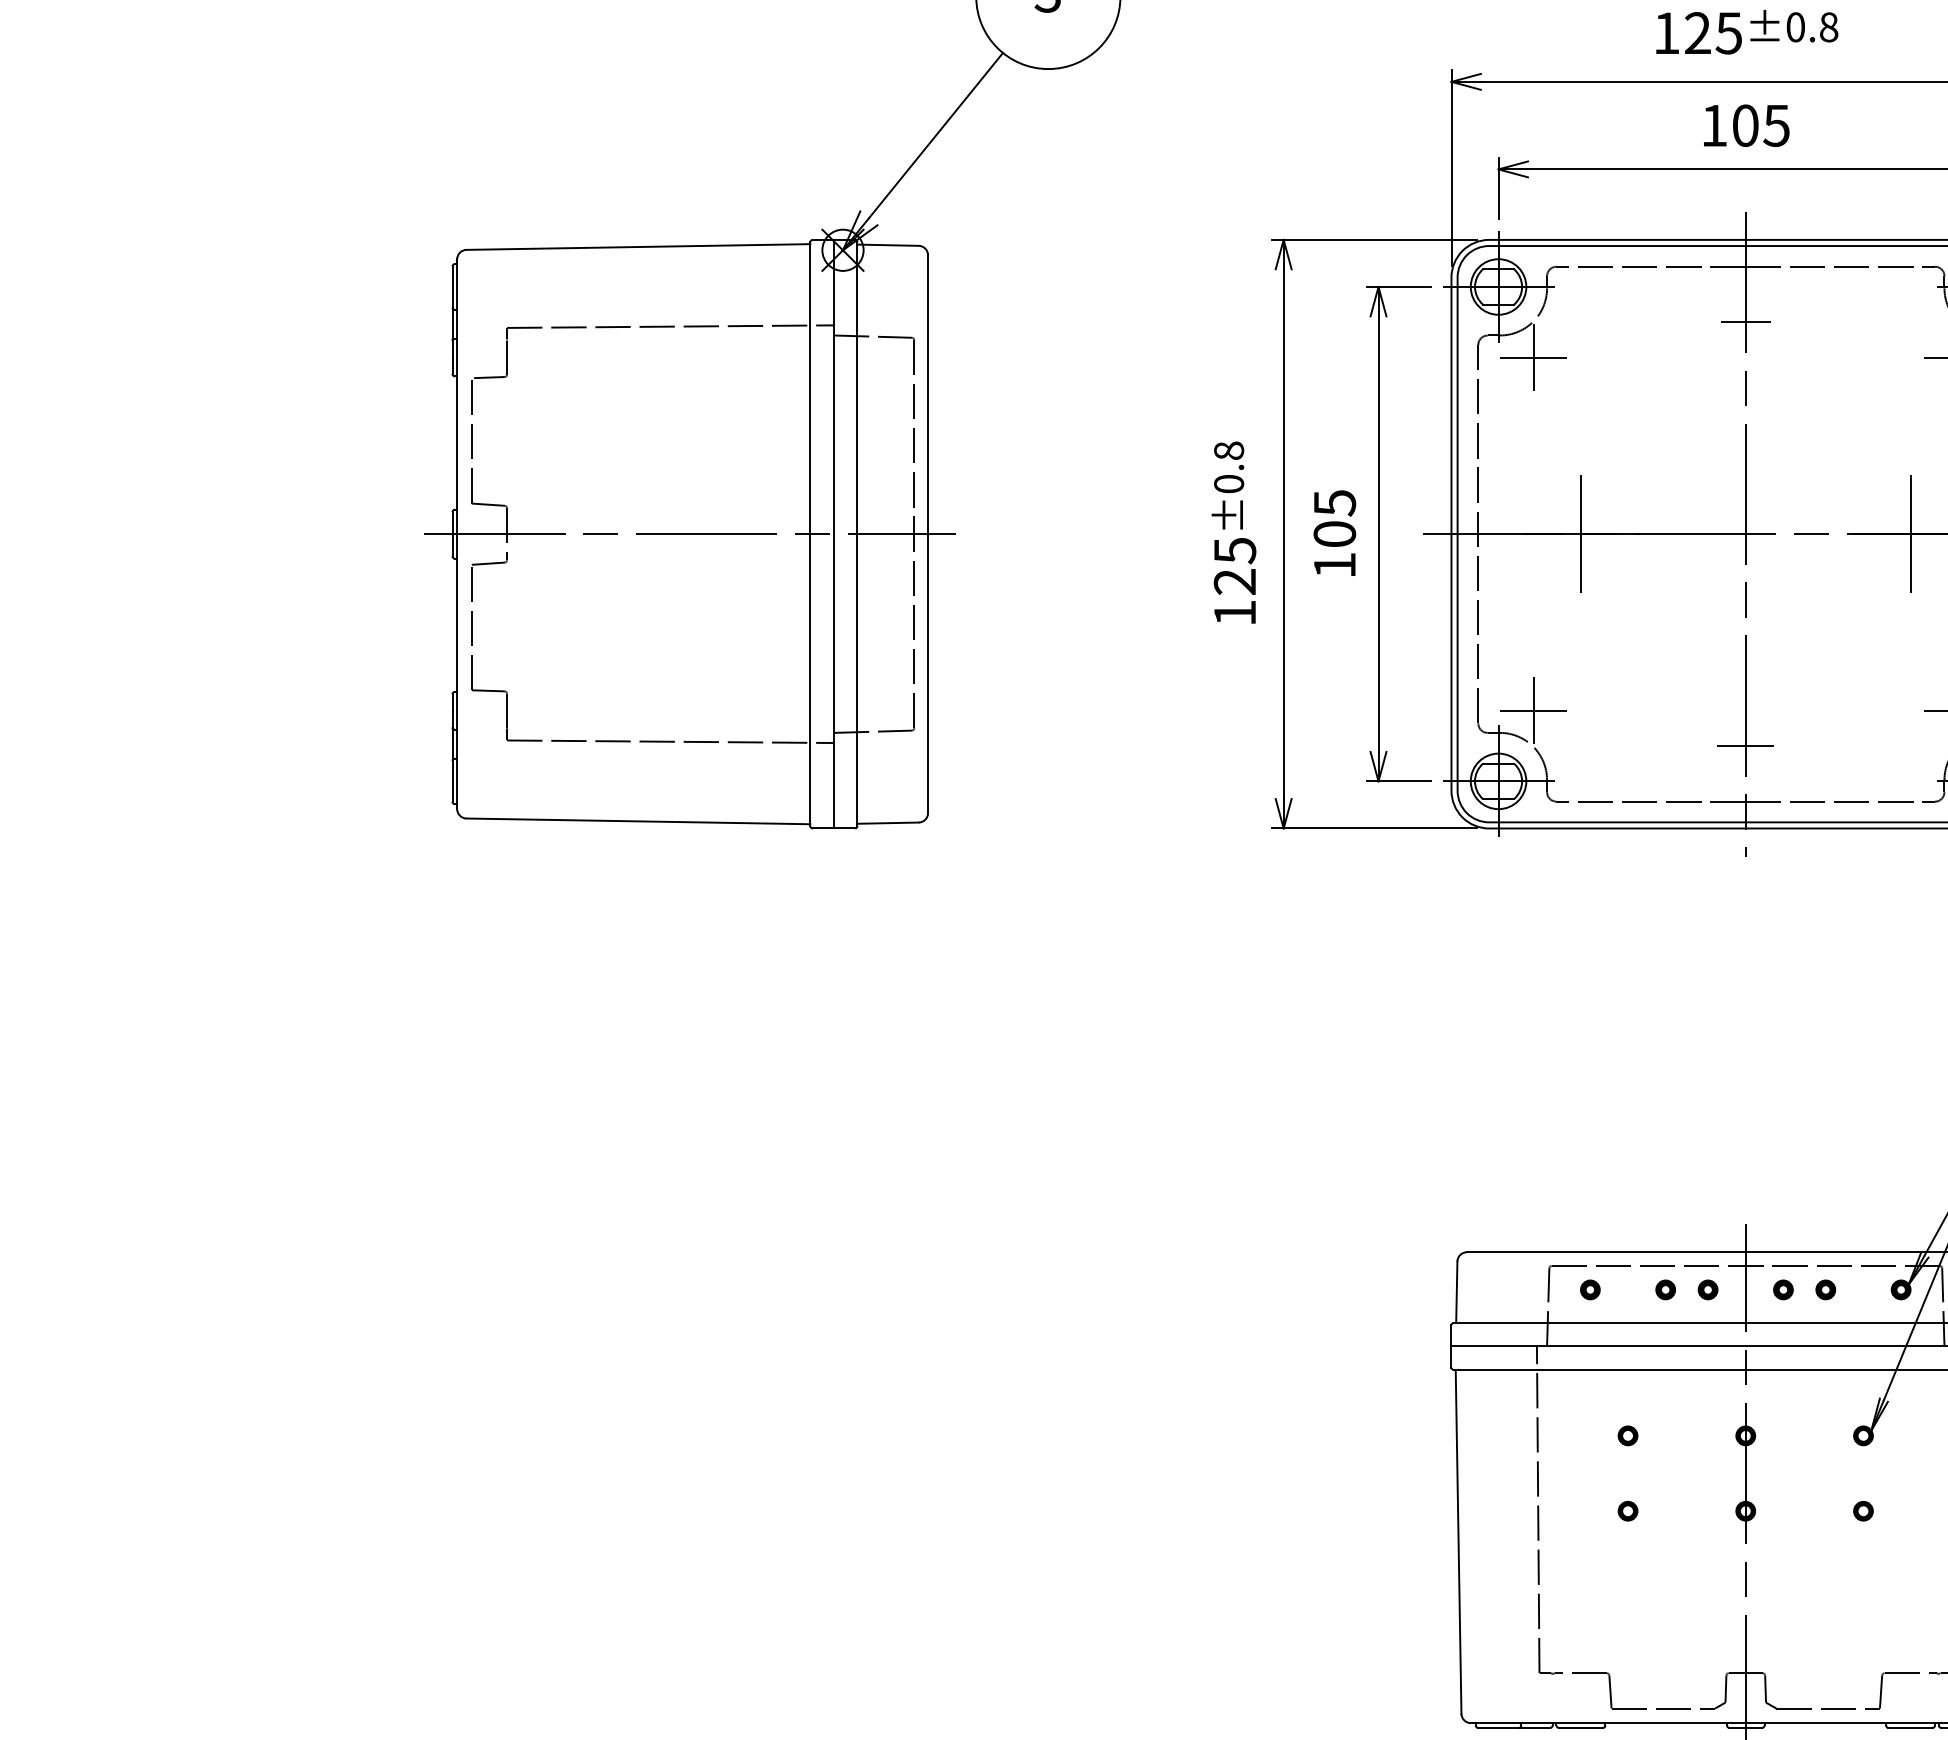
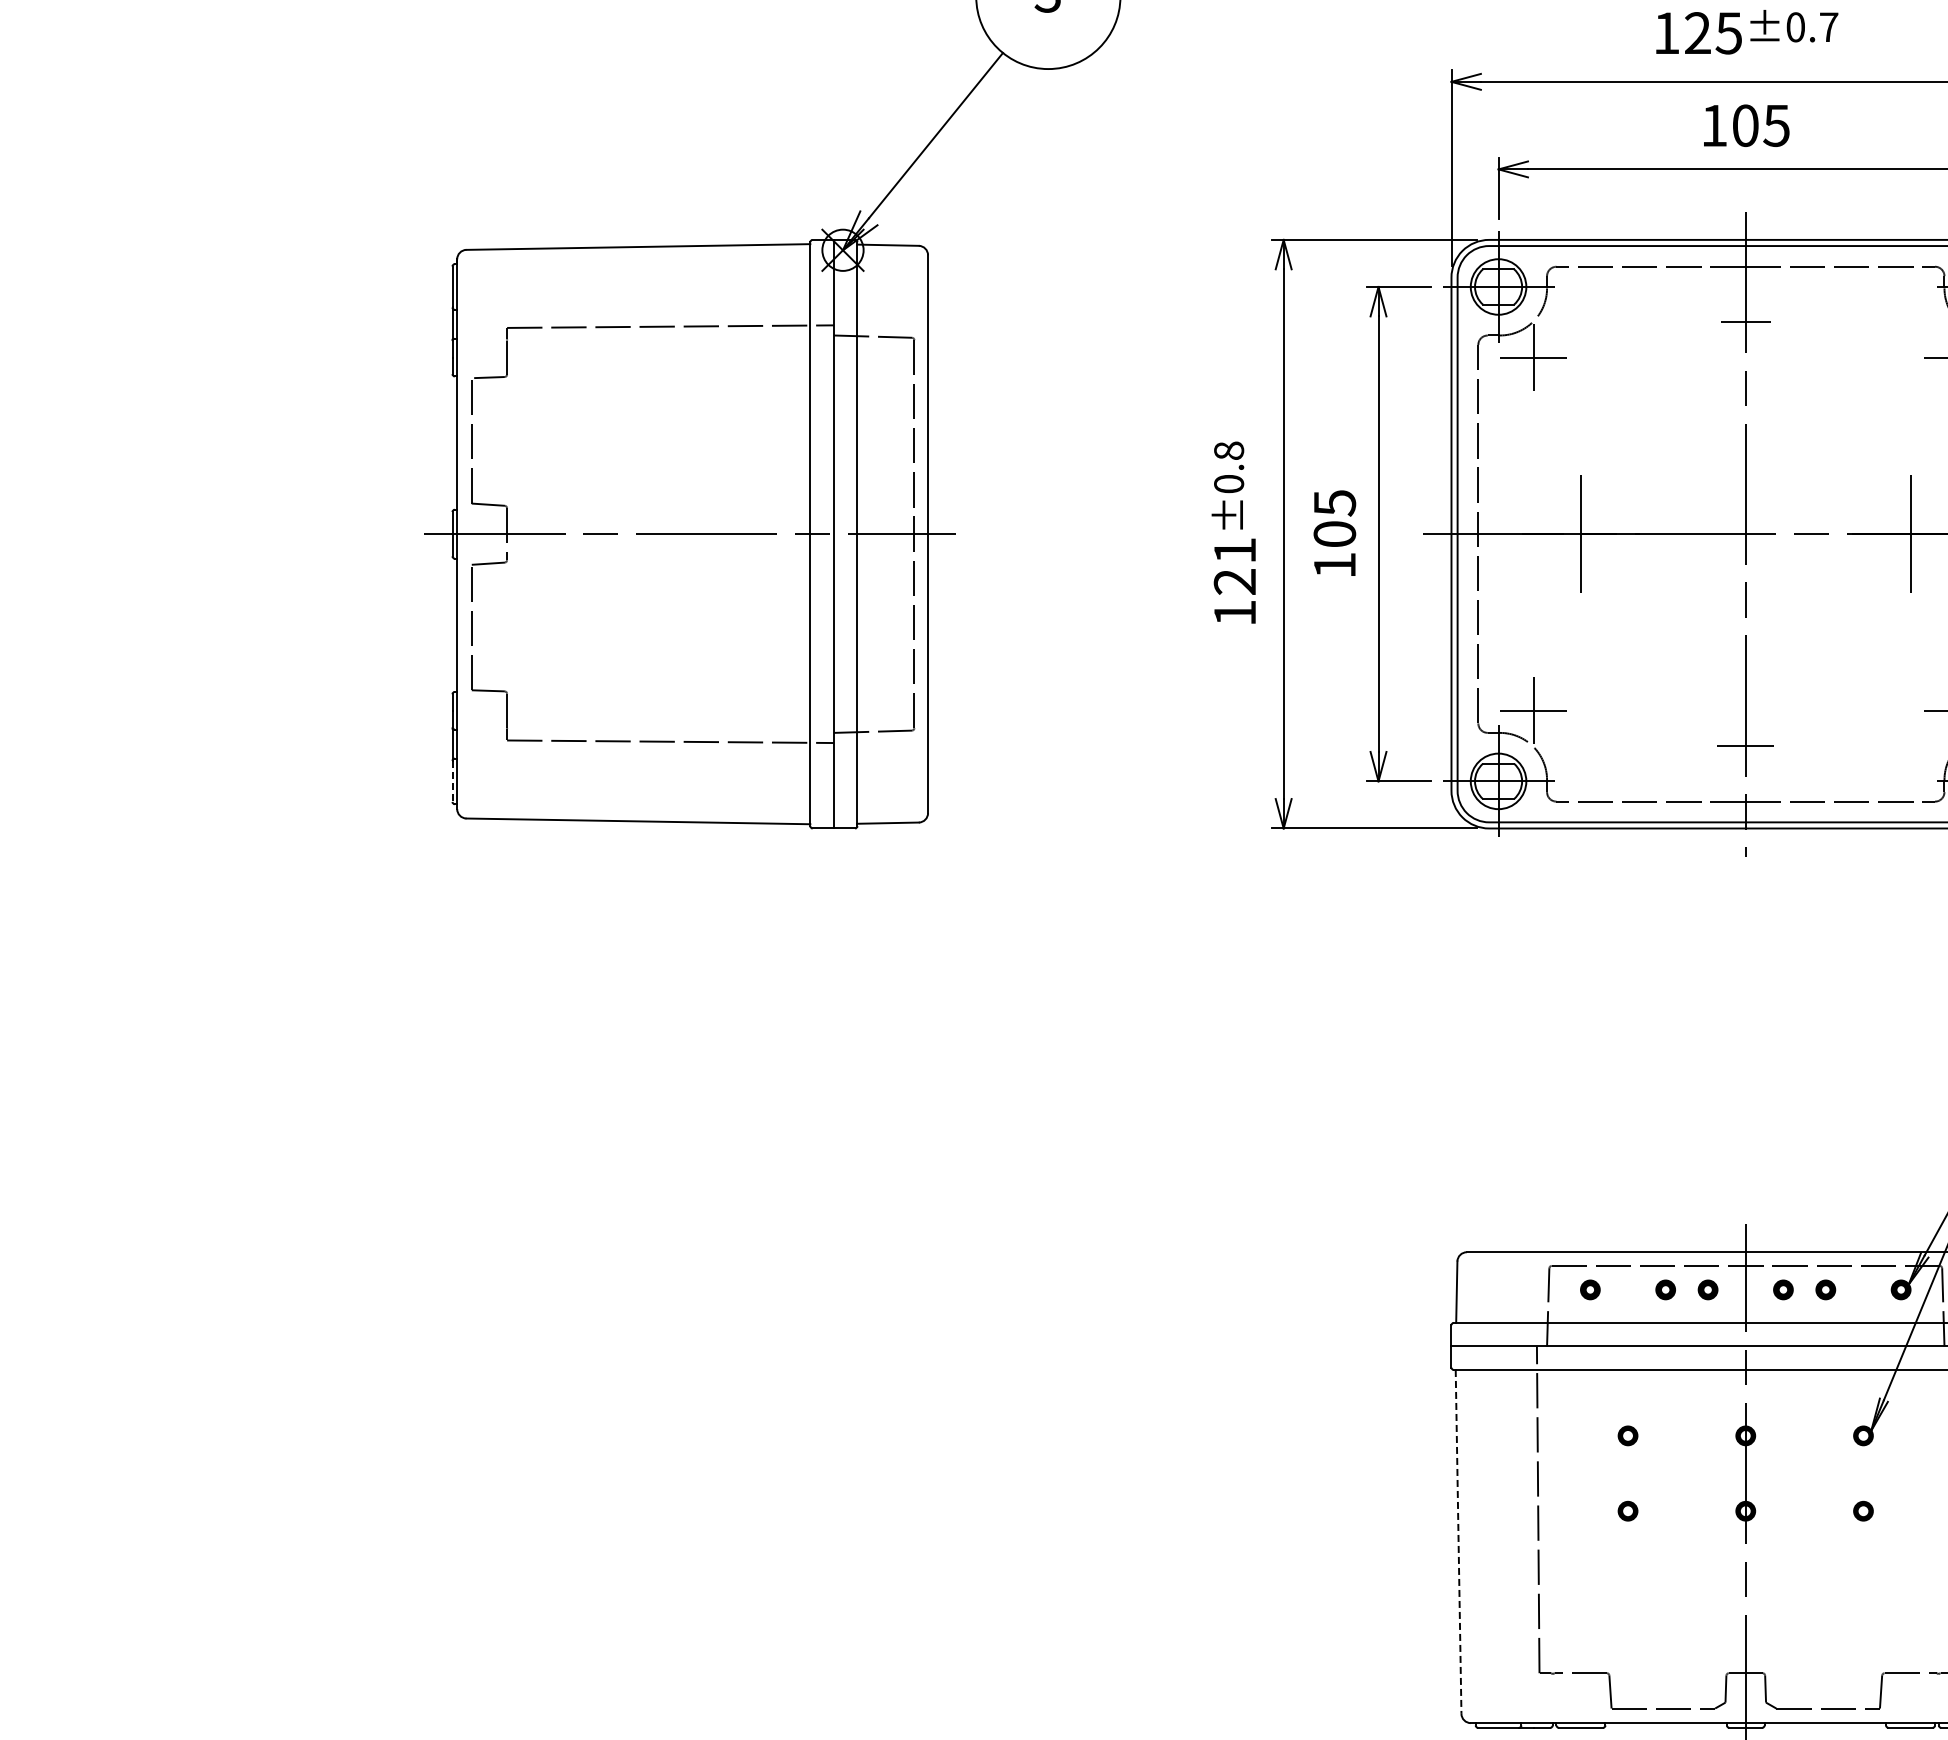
text at (1829, 27): ±0.8 -> ±0.7
text at (1235, 551): 125 -> 121
line at (452, 781): solid -> dashed
line at (1458, 1541): solid -> dashed
